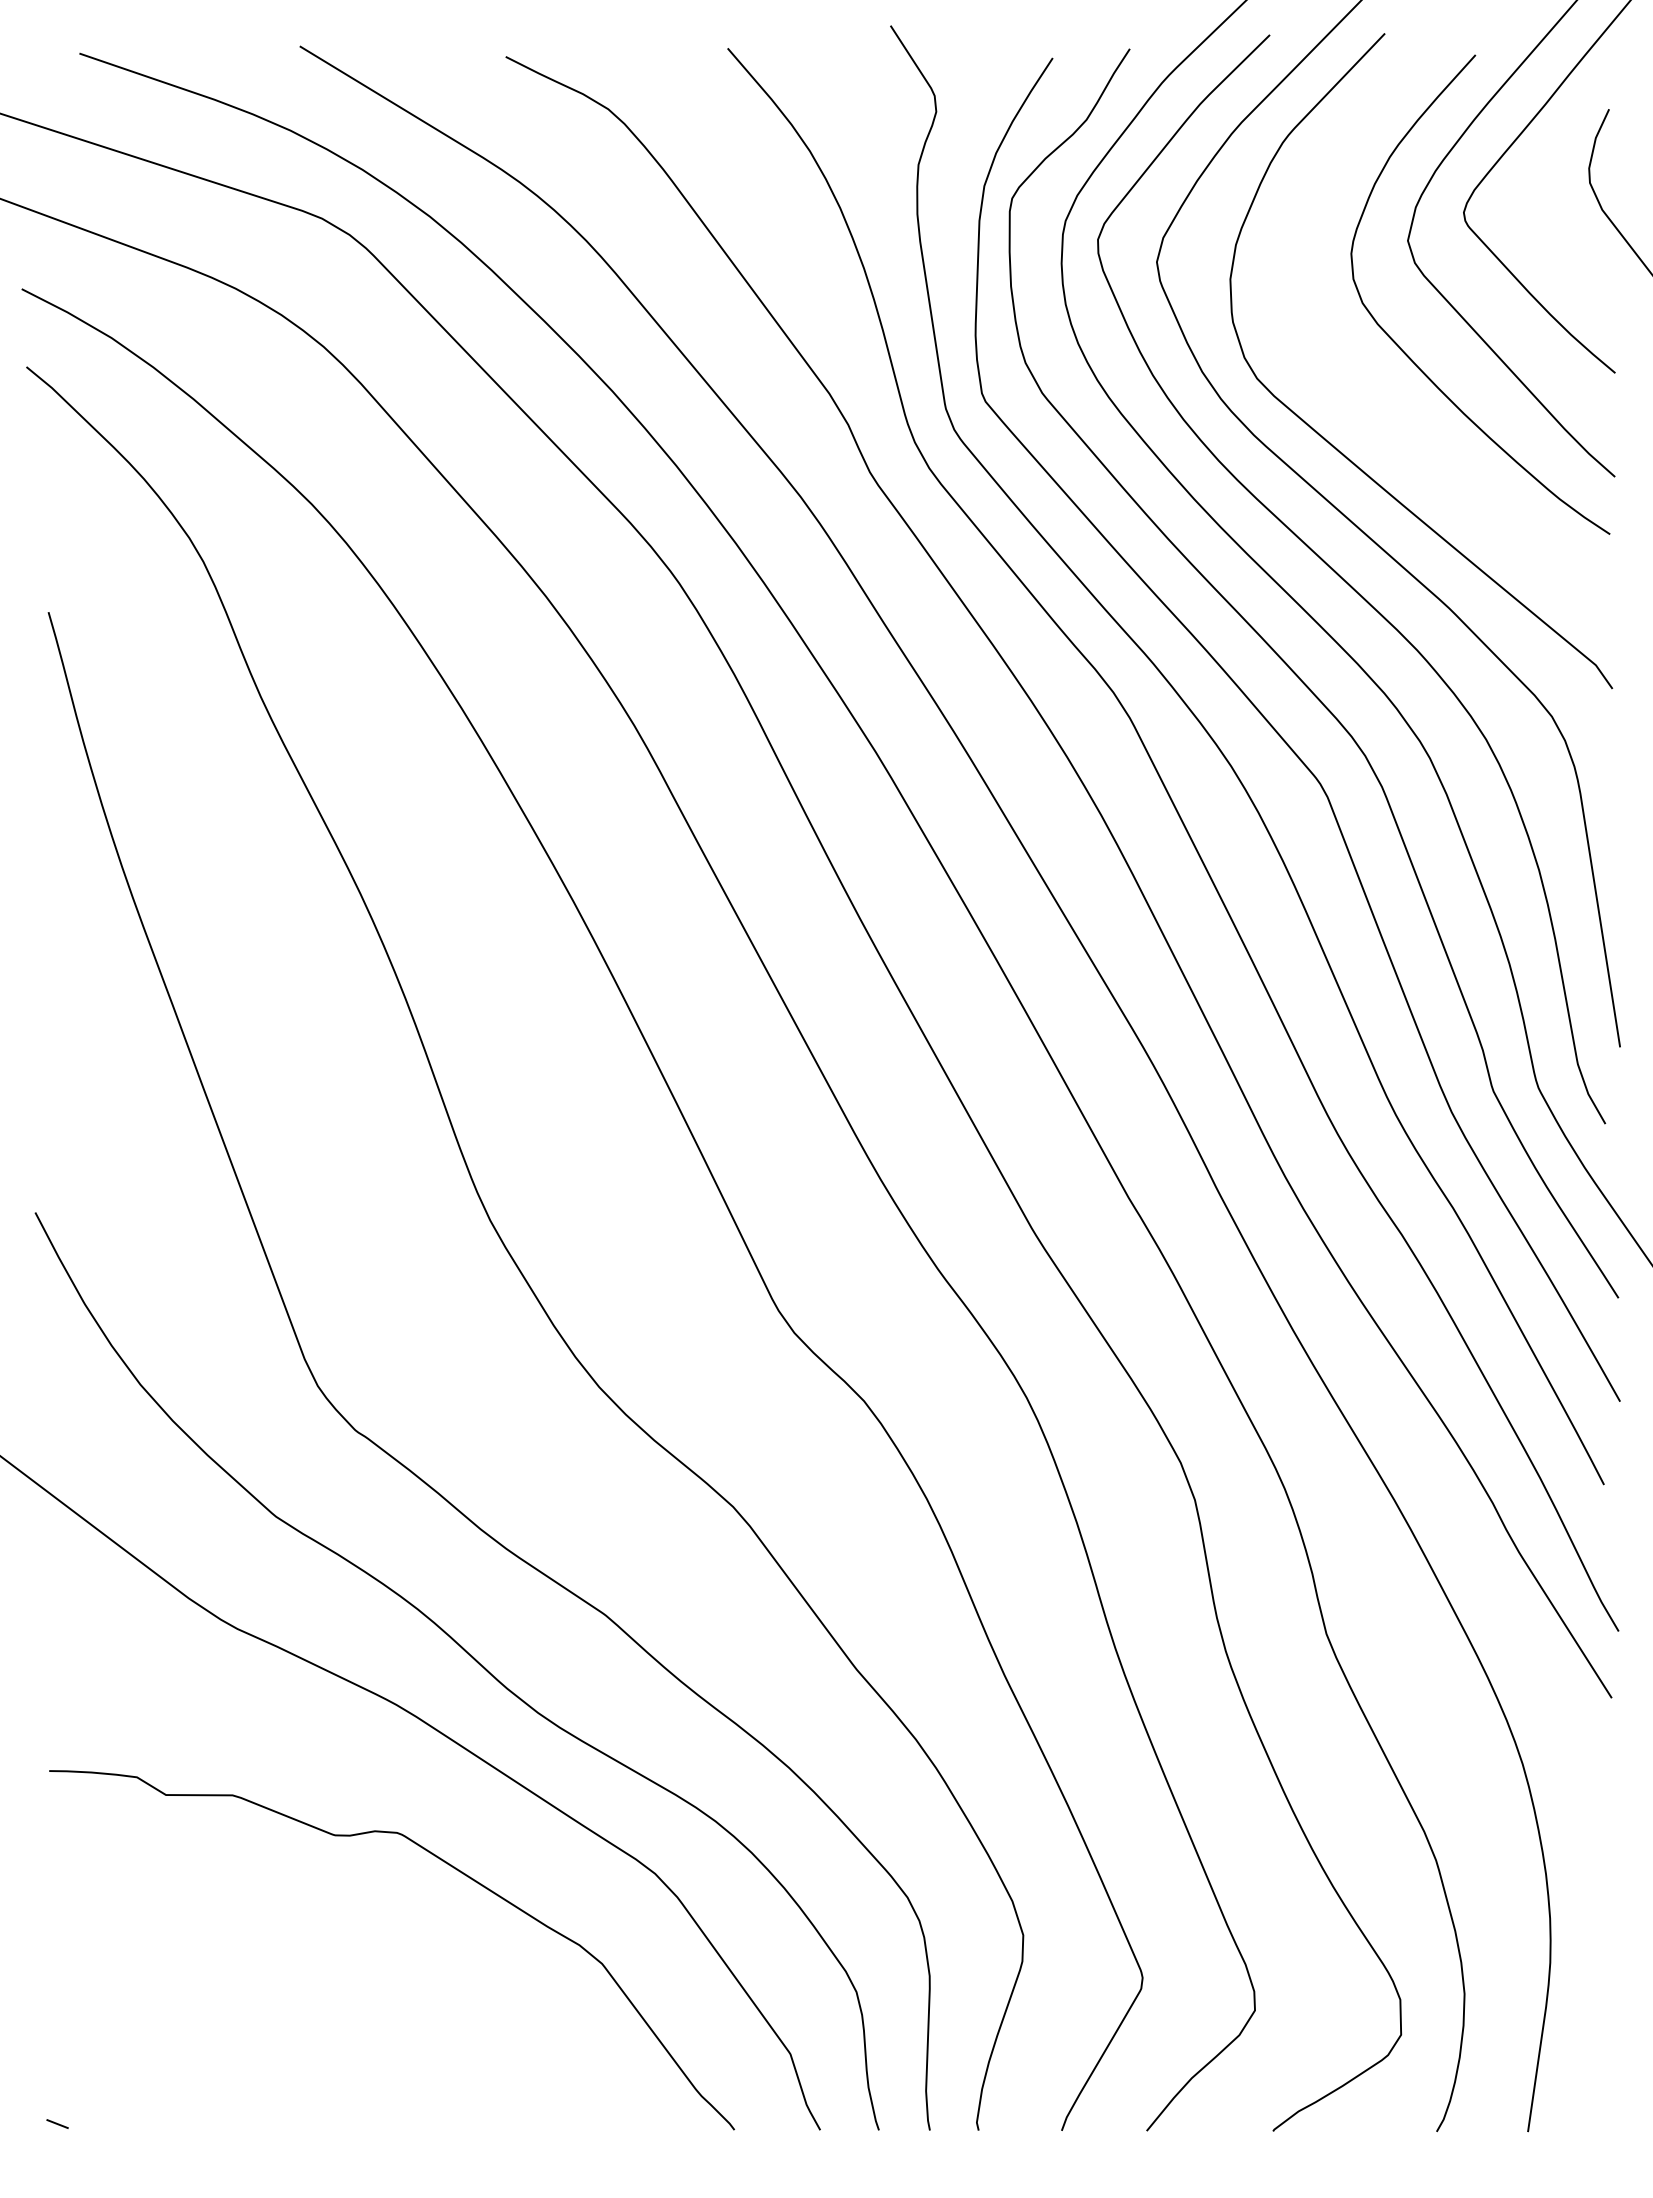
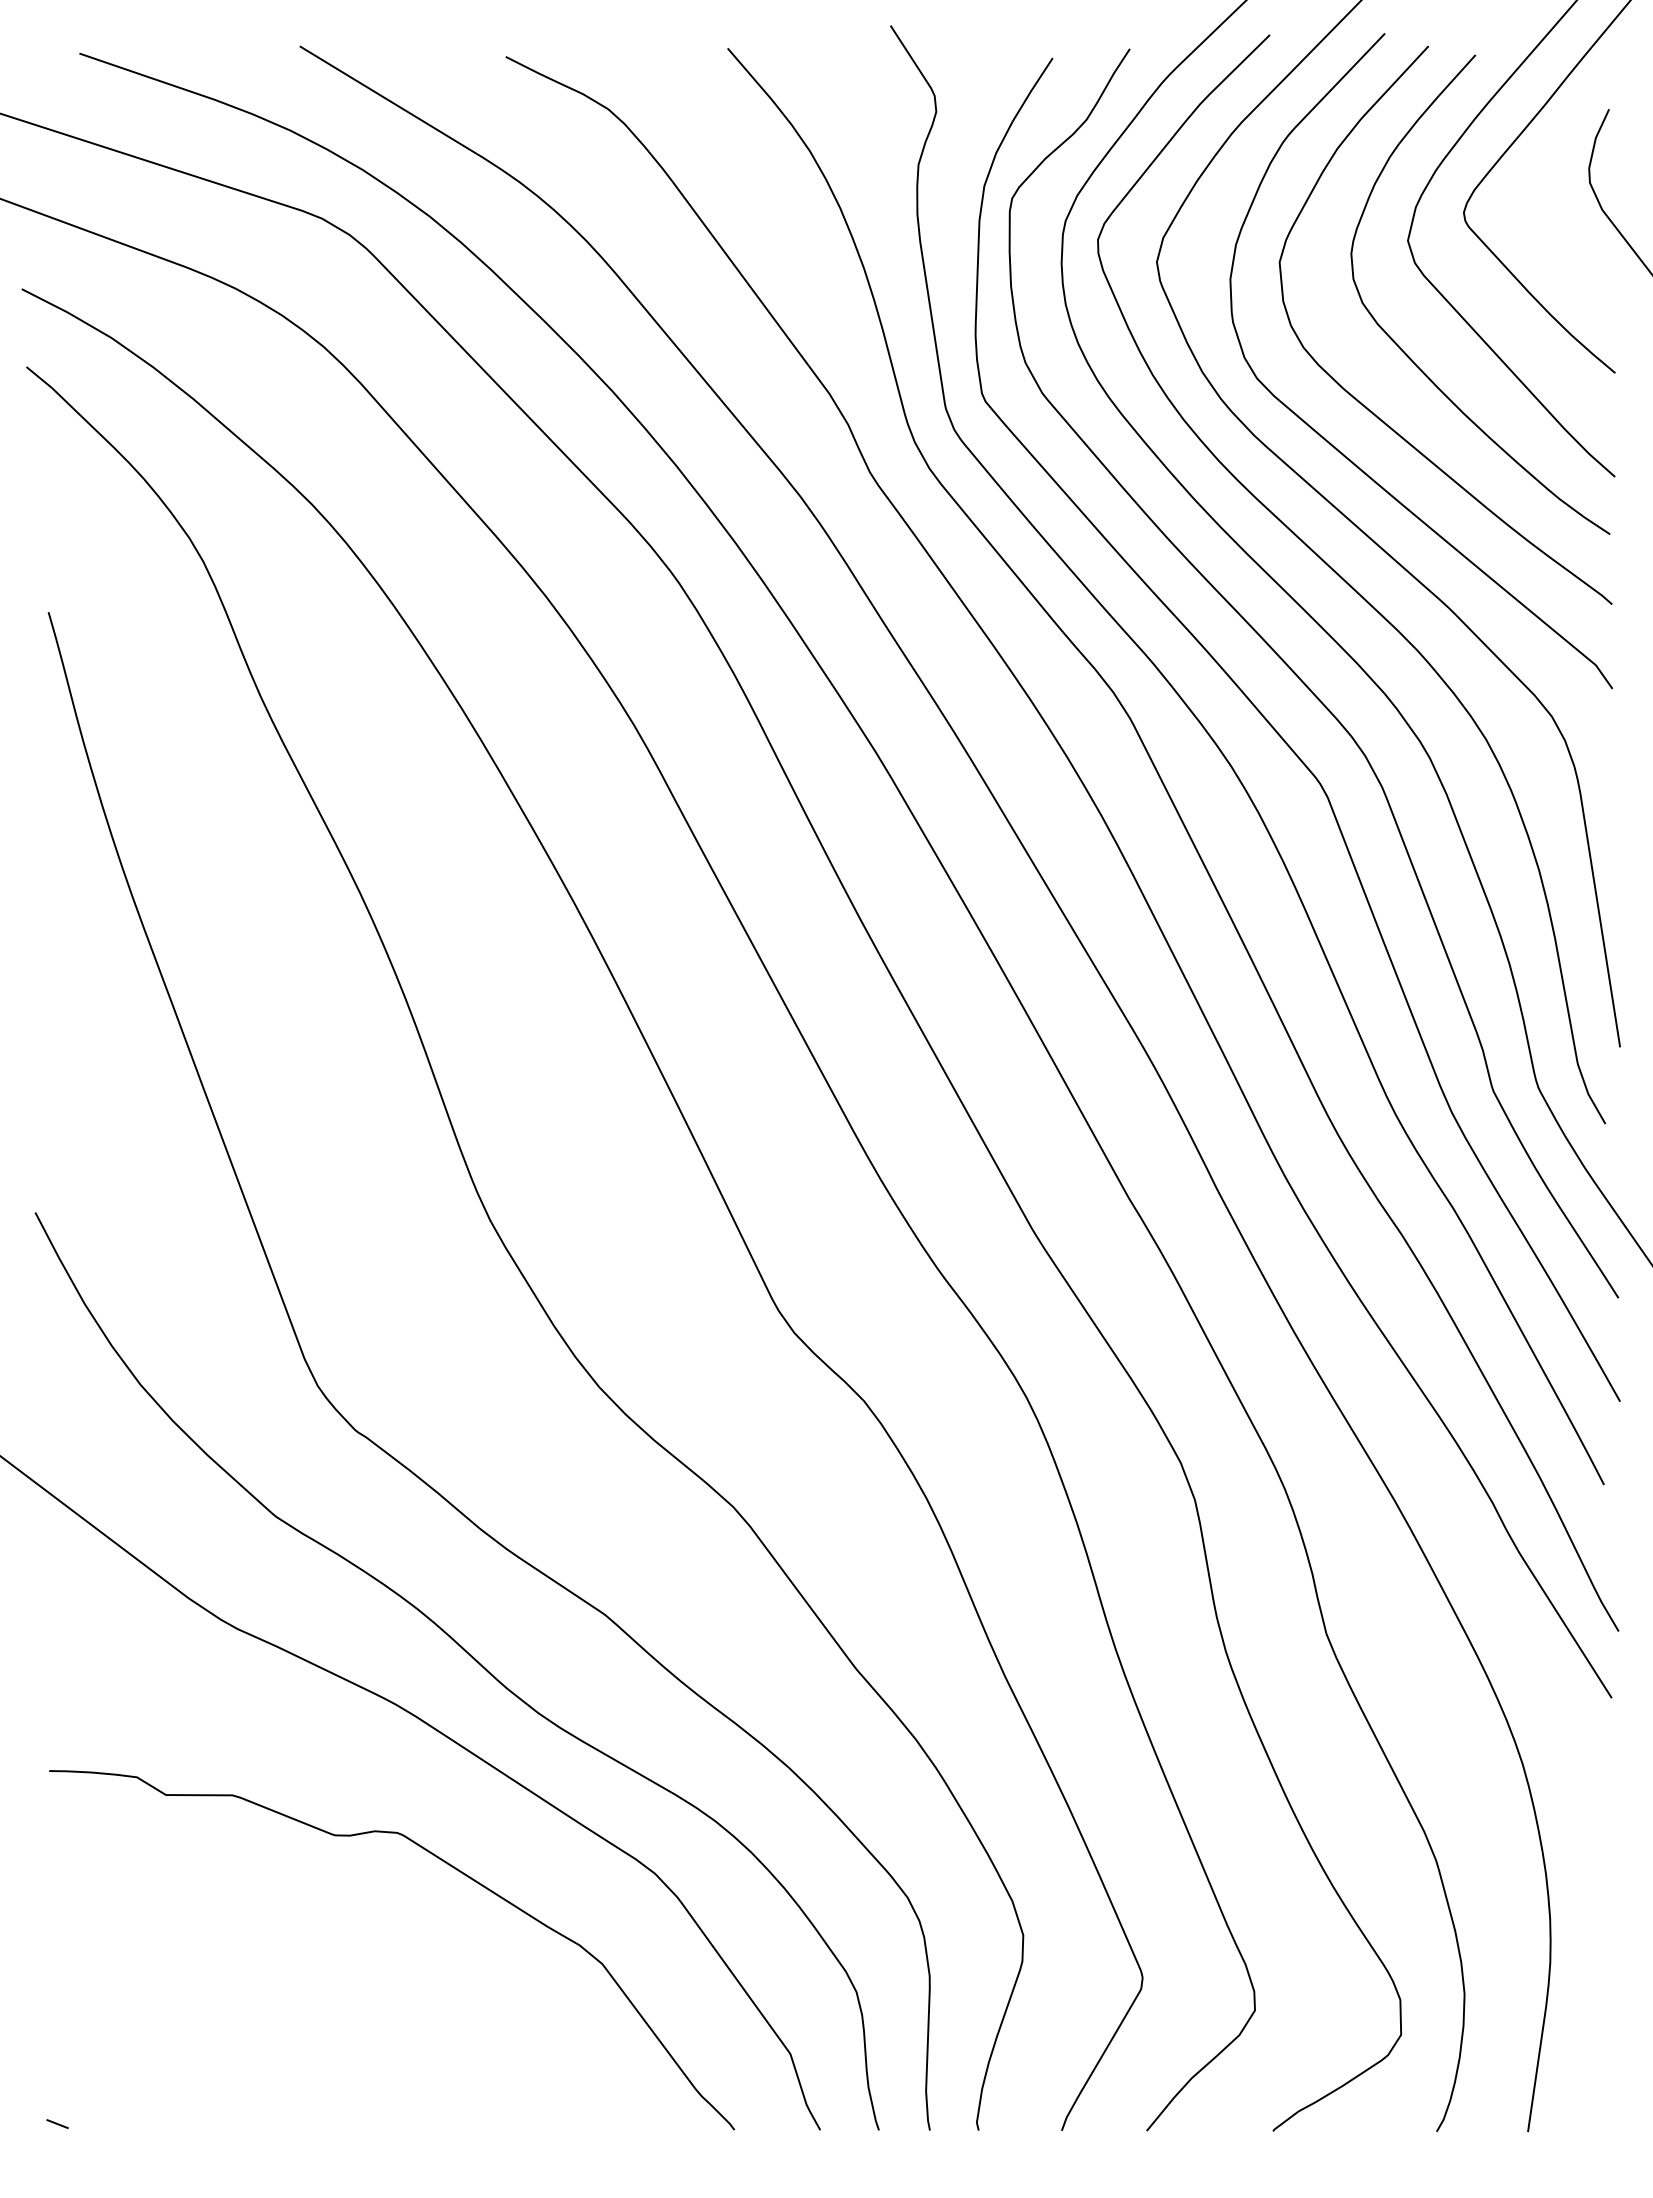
curve at (1371, 410): none -> present
